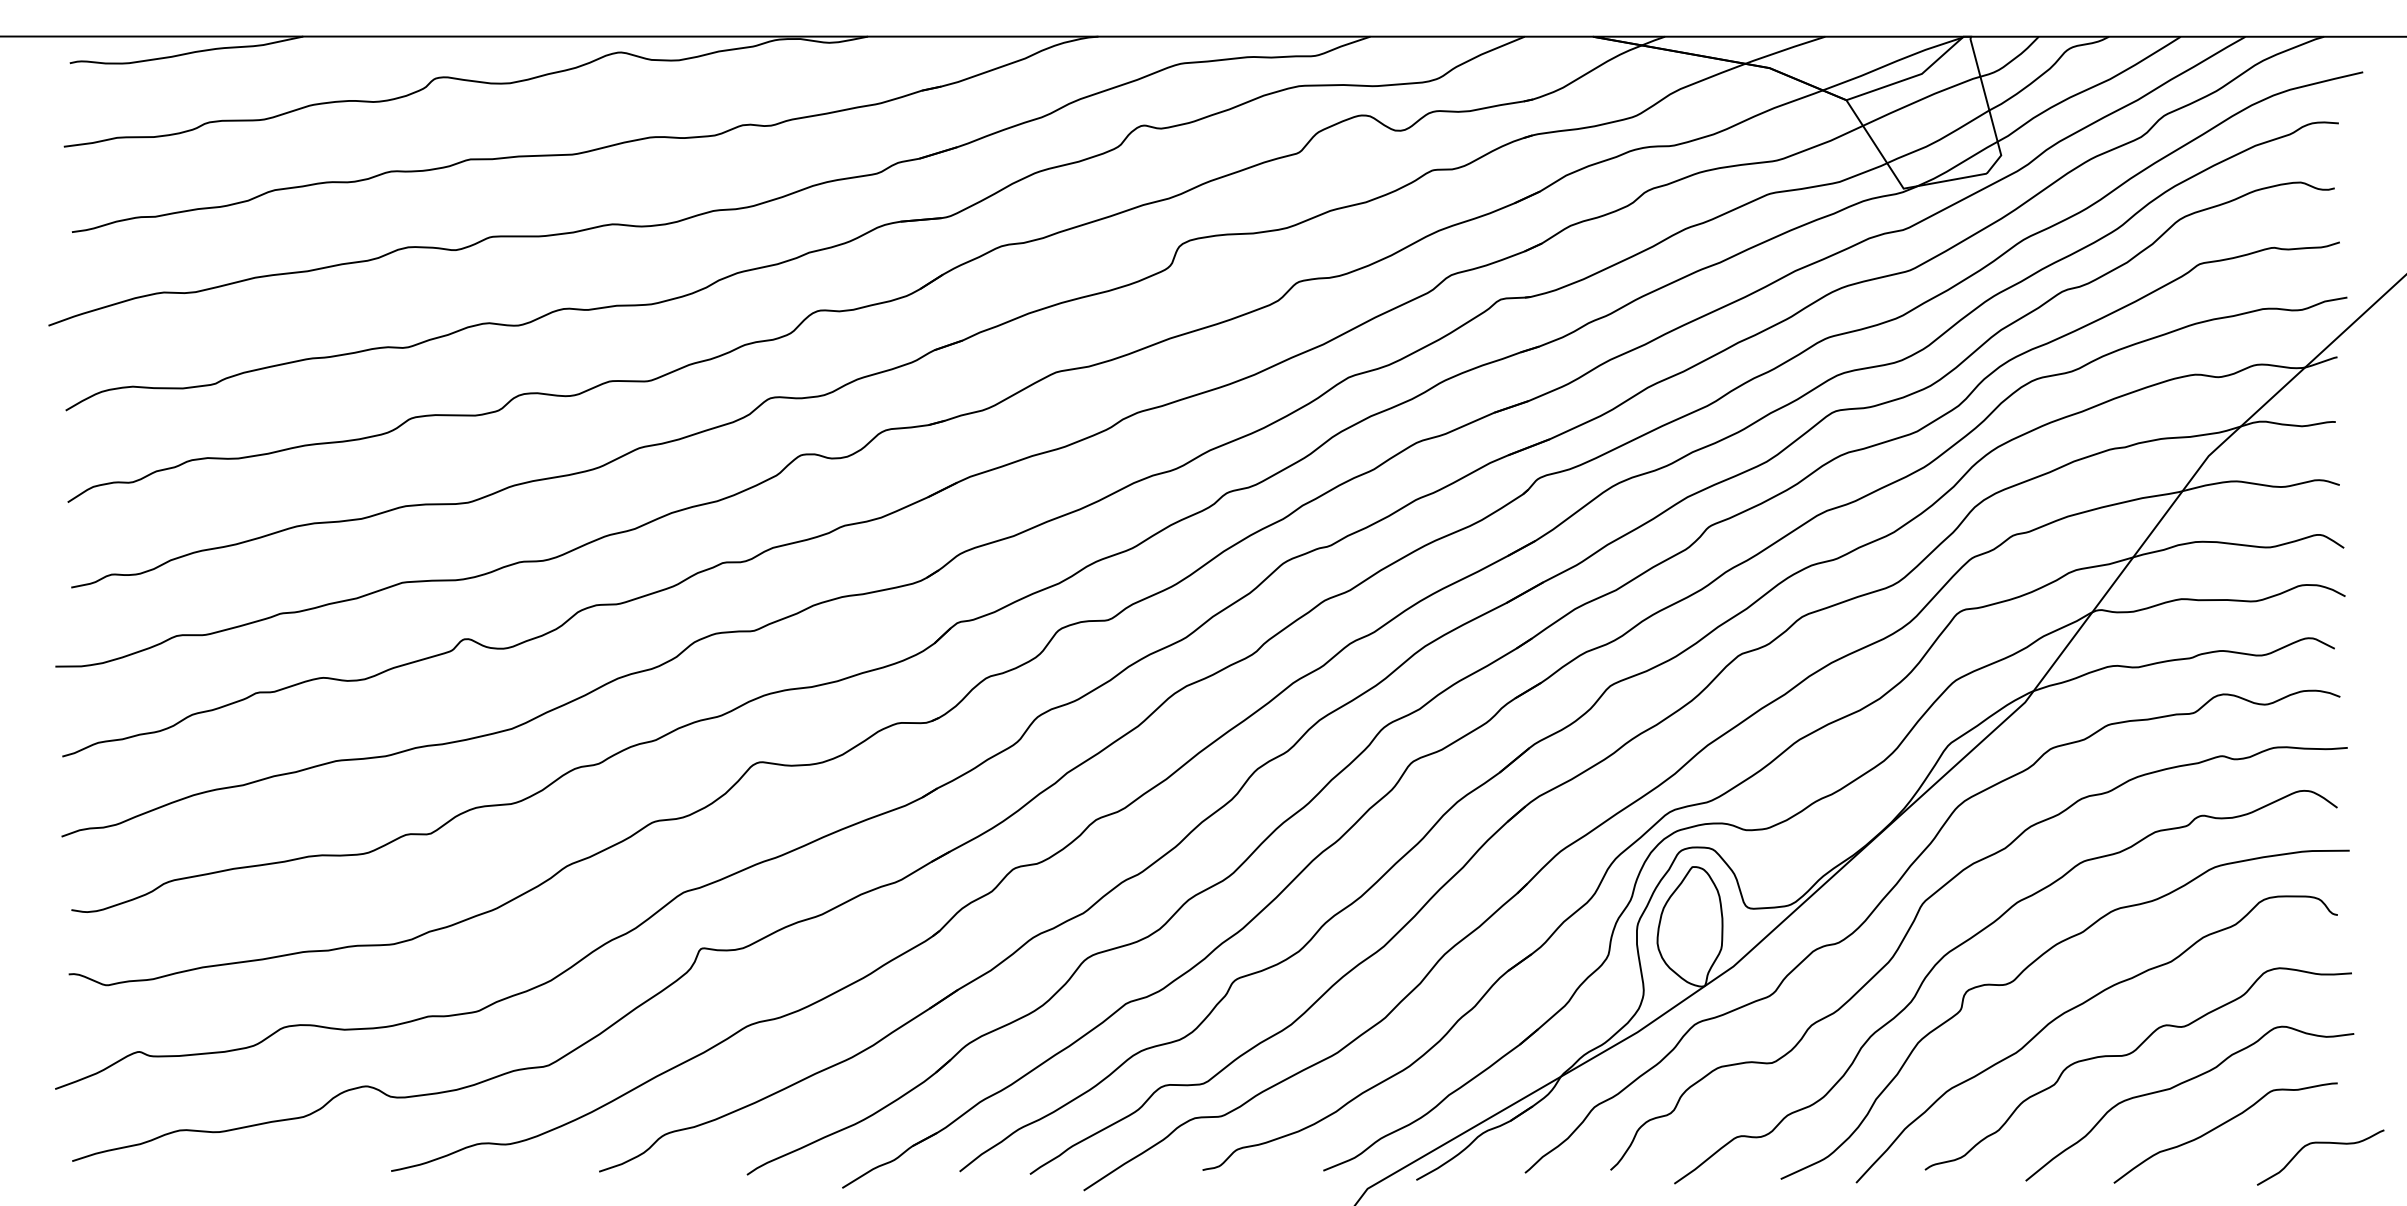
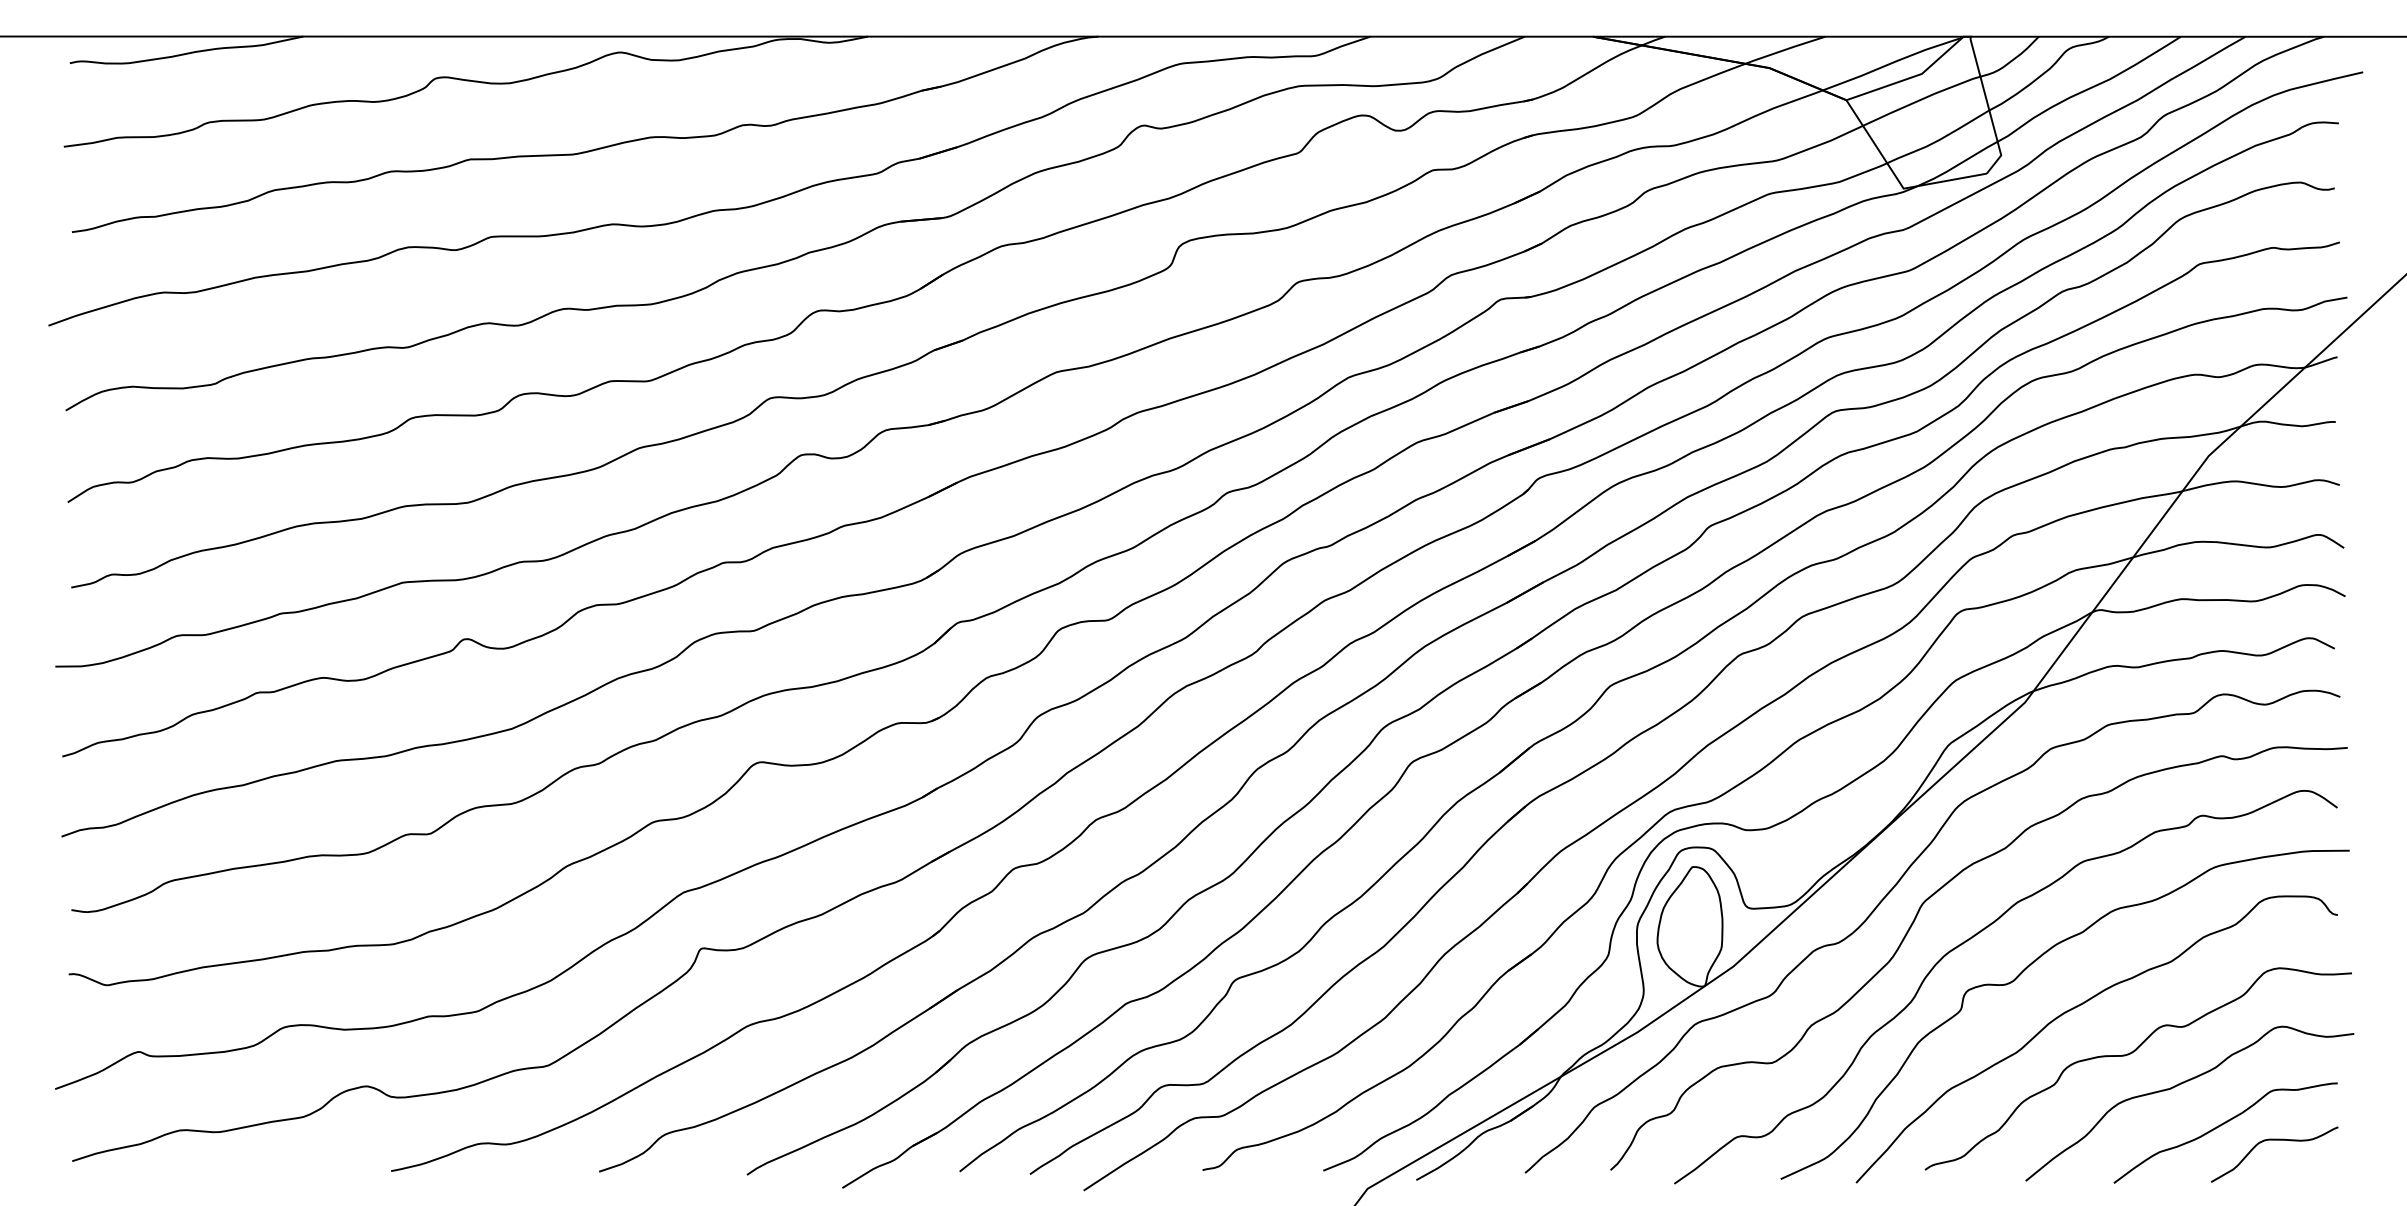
curve at (2320, 1143) position: (2320, 1143) -> (2274, 1140)
